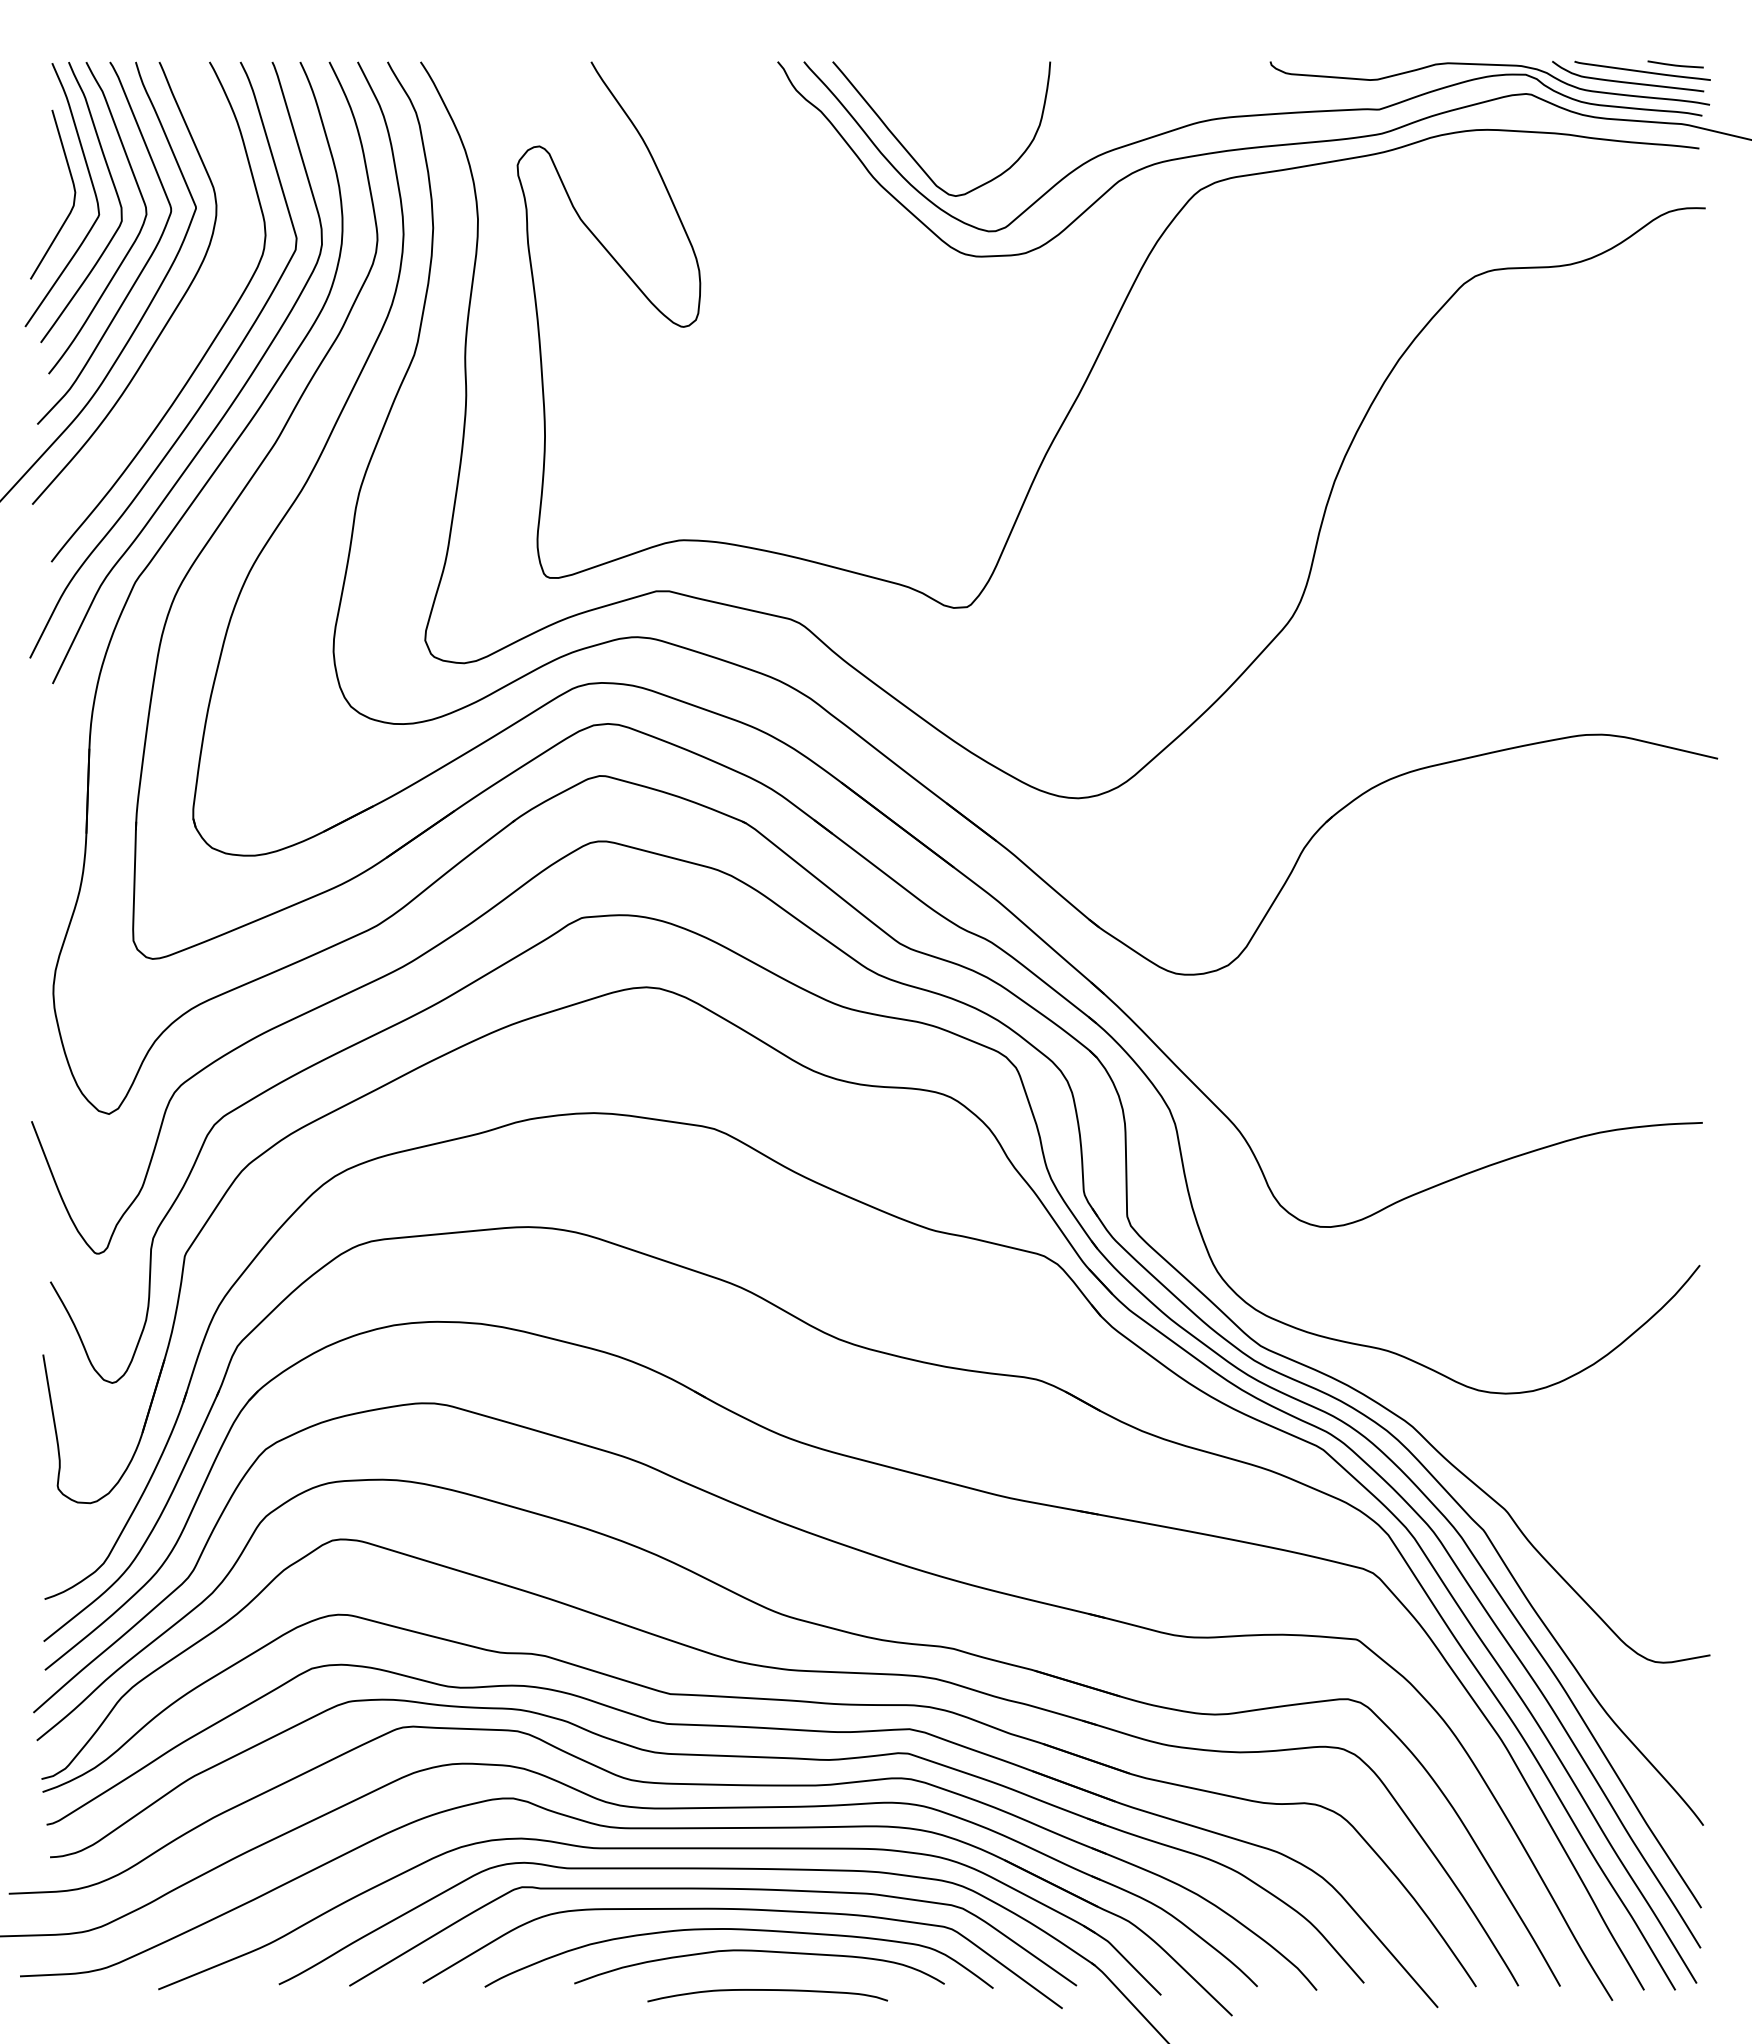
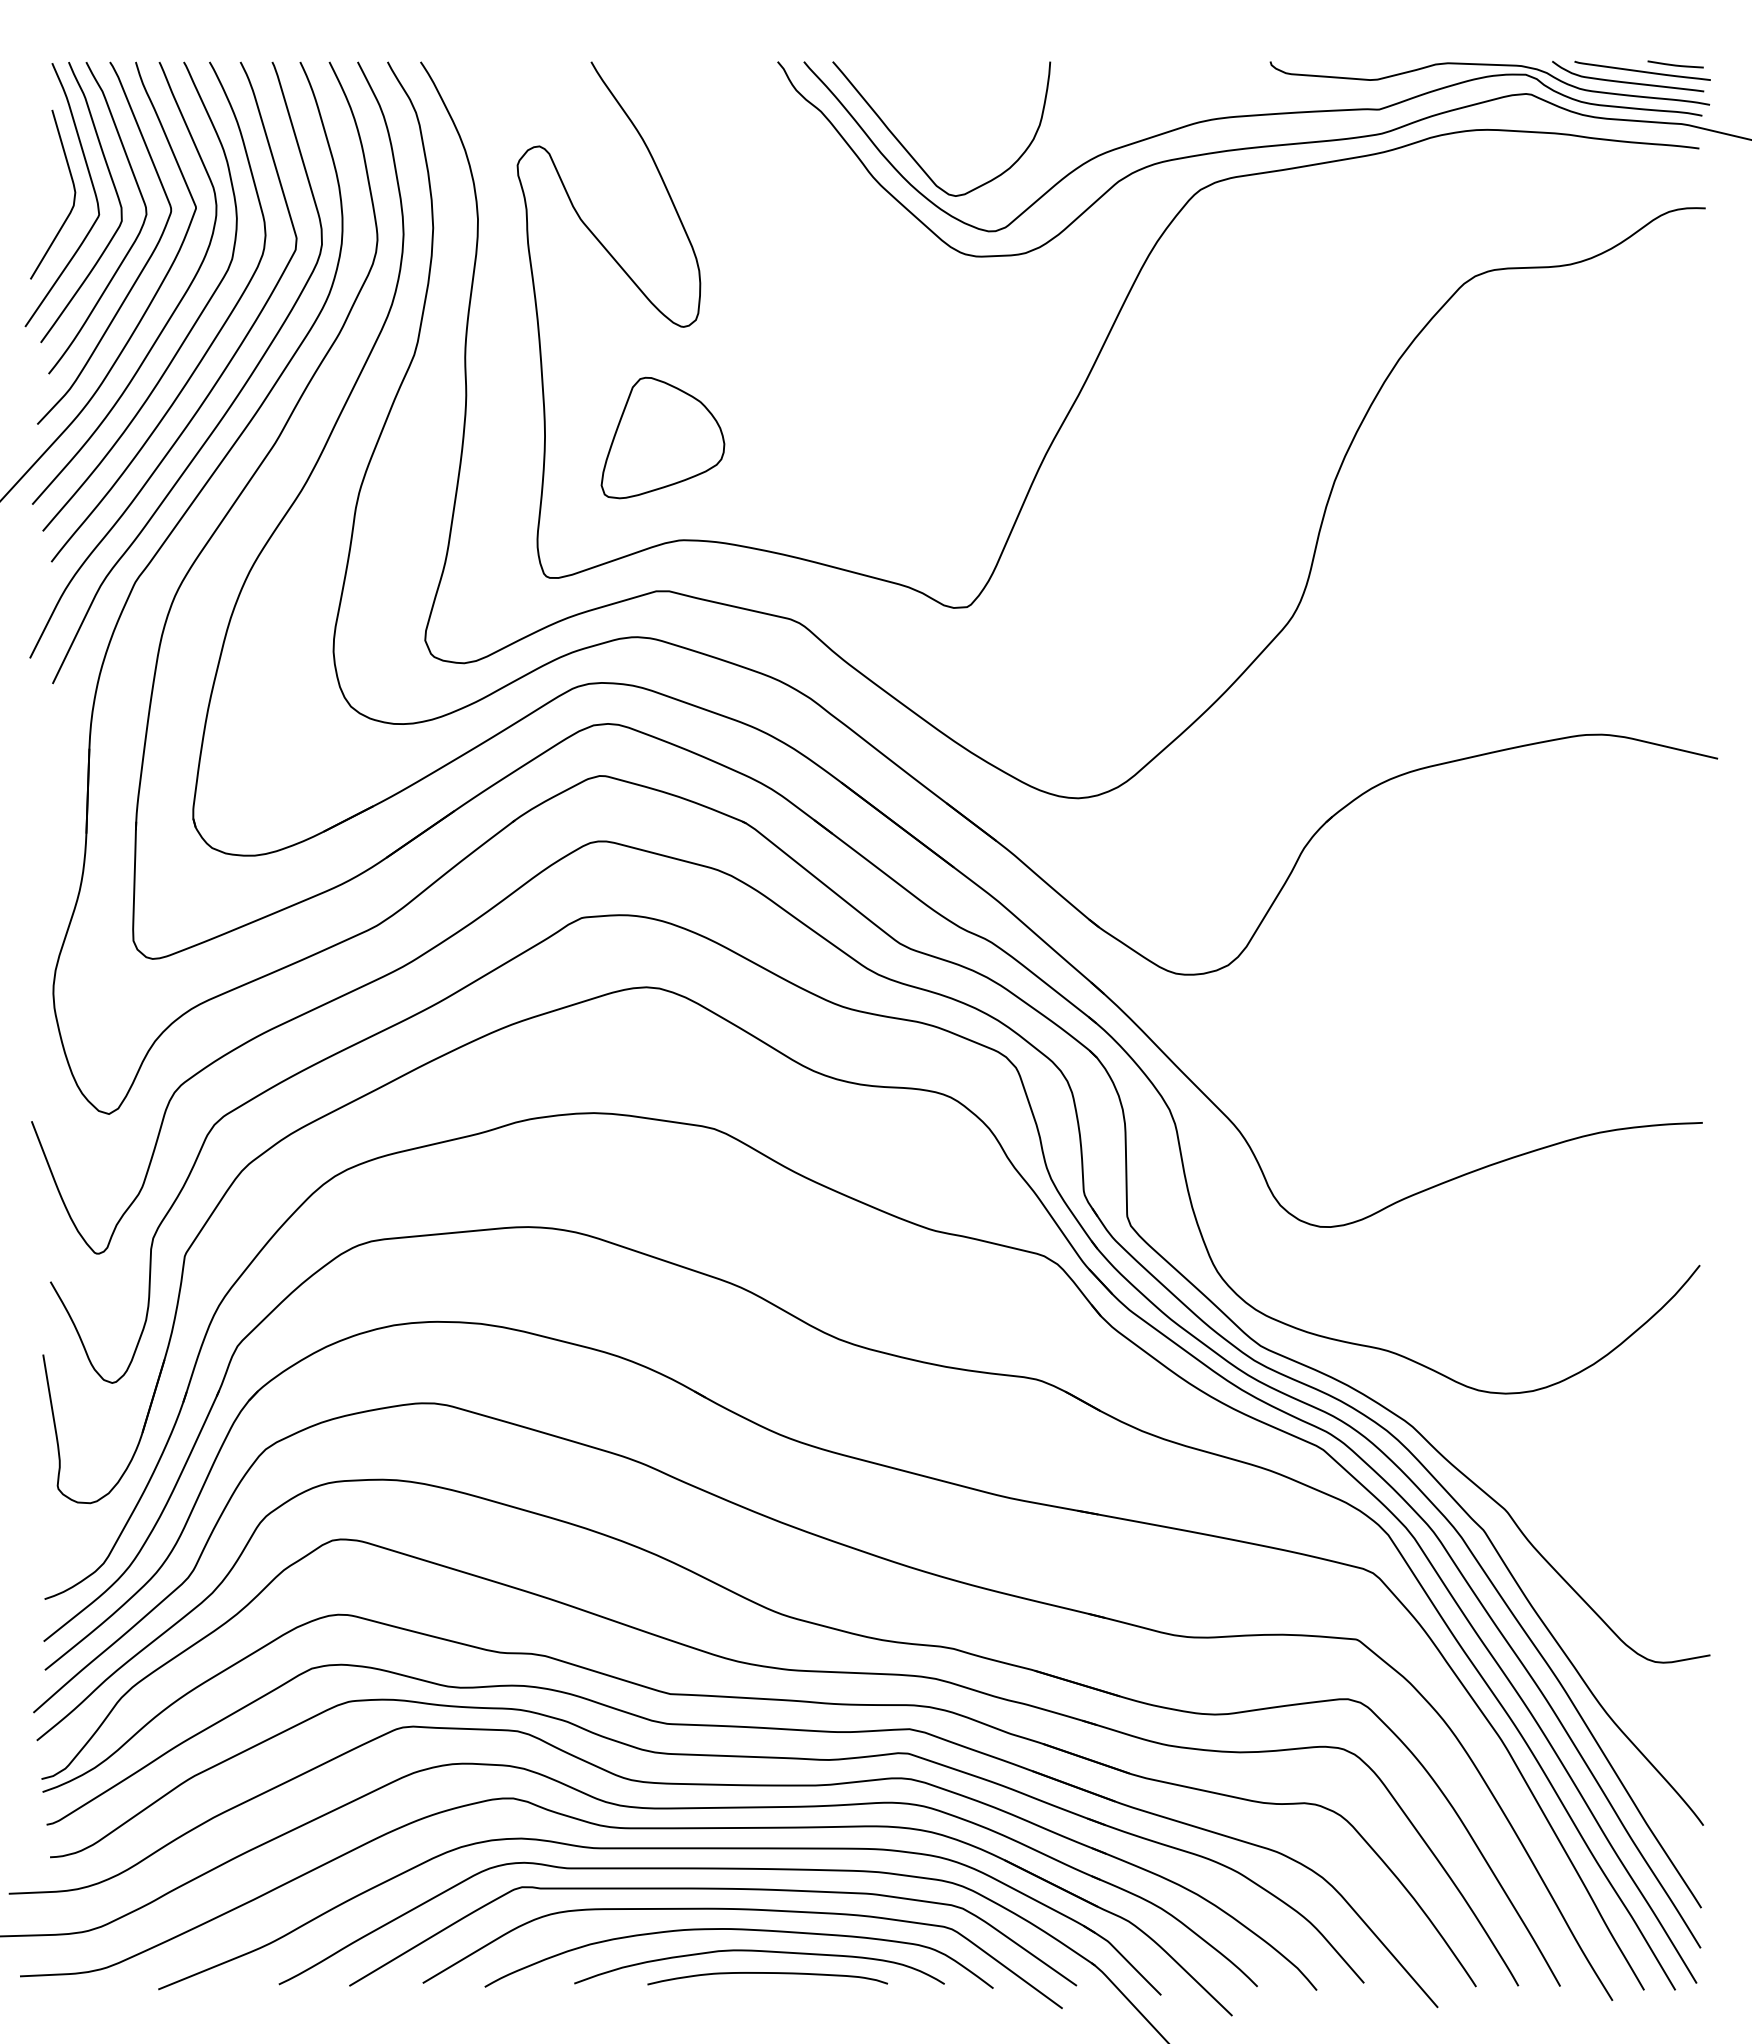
curve at (192, 325): none -> present
part at (662, 437): none -> present
curve at (767, 1990) position: (767, 1990) -> (767, 1973)
